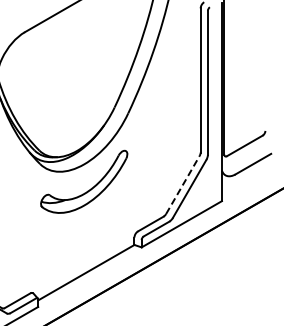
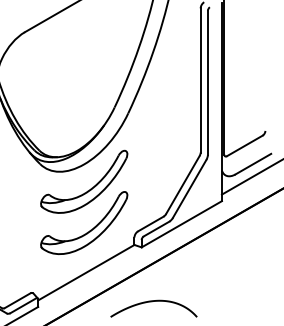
line at (250, 177): none -> present
line at (183, 184): dashed -> solid
part at (90, 229): none -> present
curve at (152, 302): none -> present
